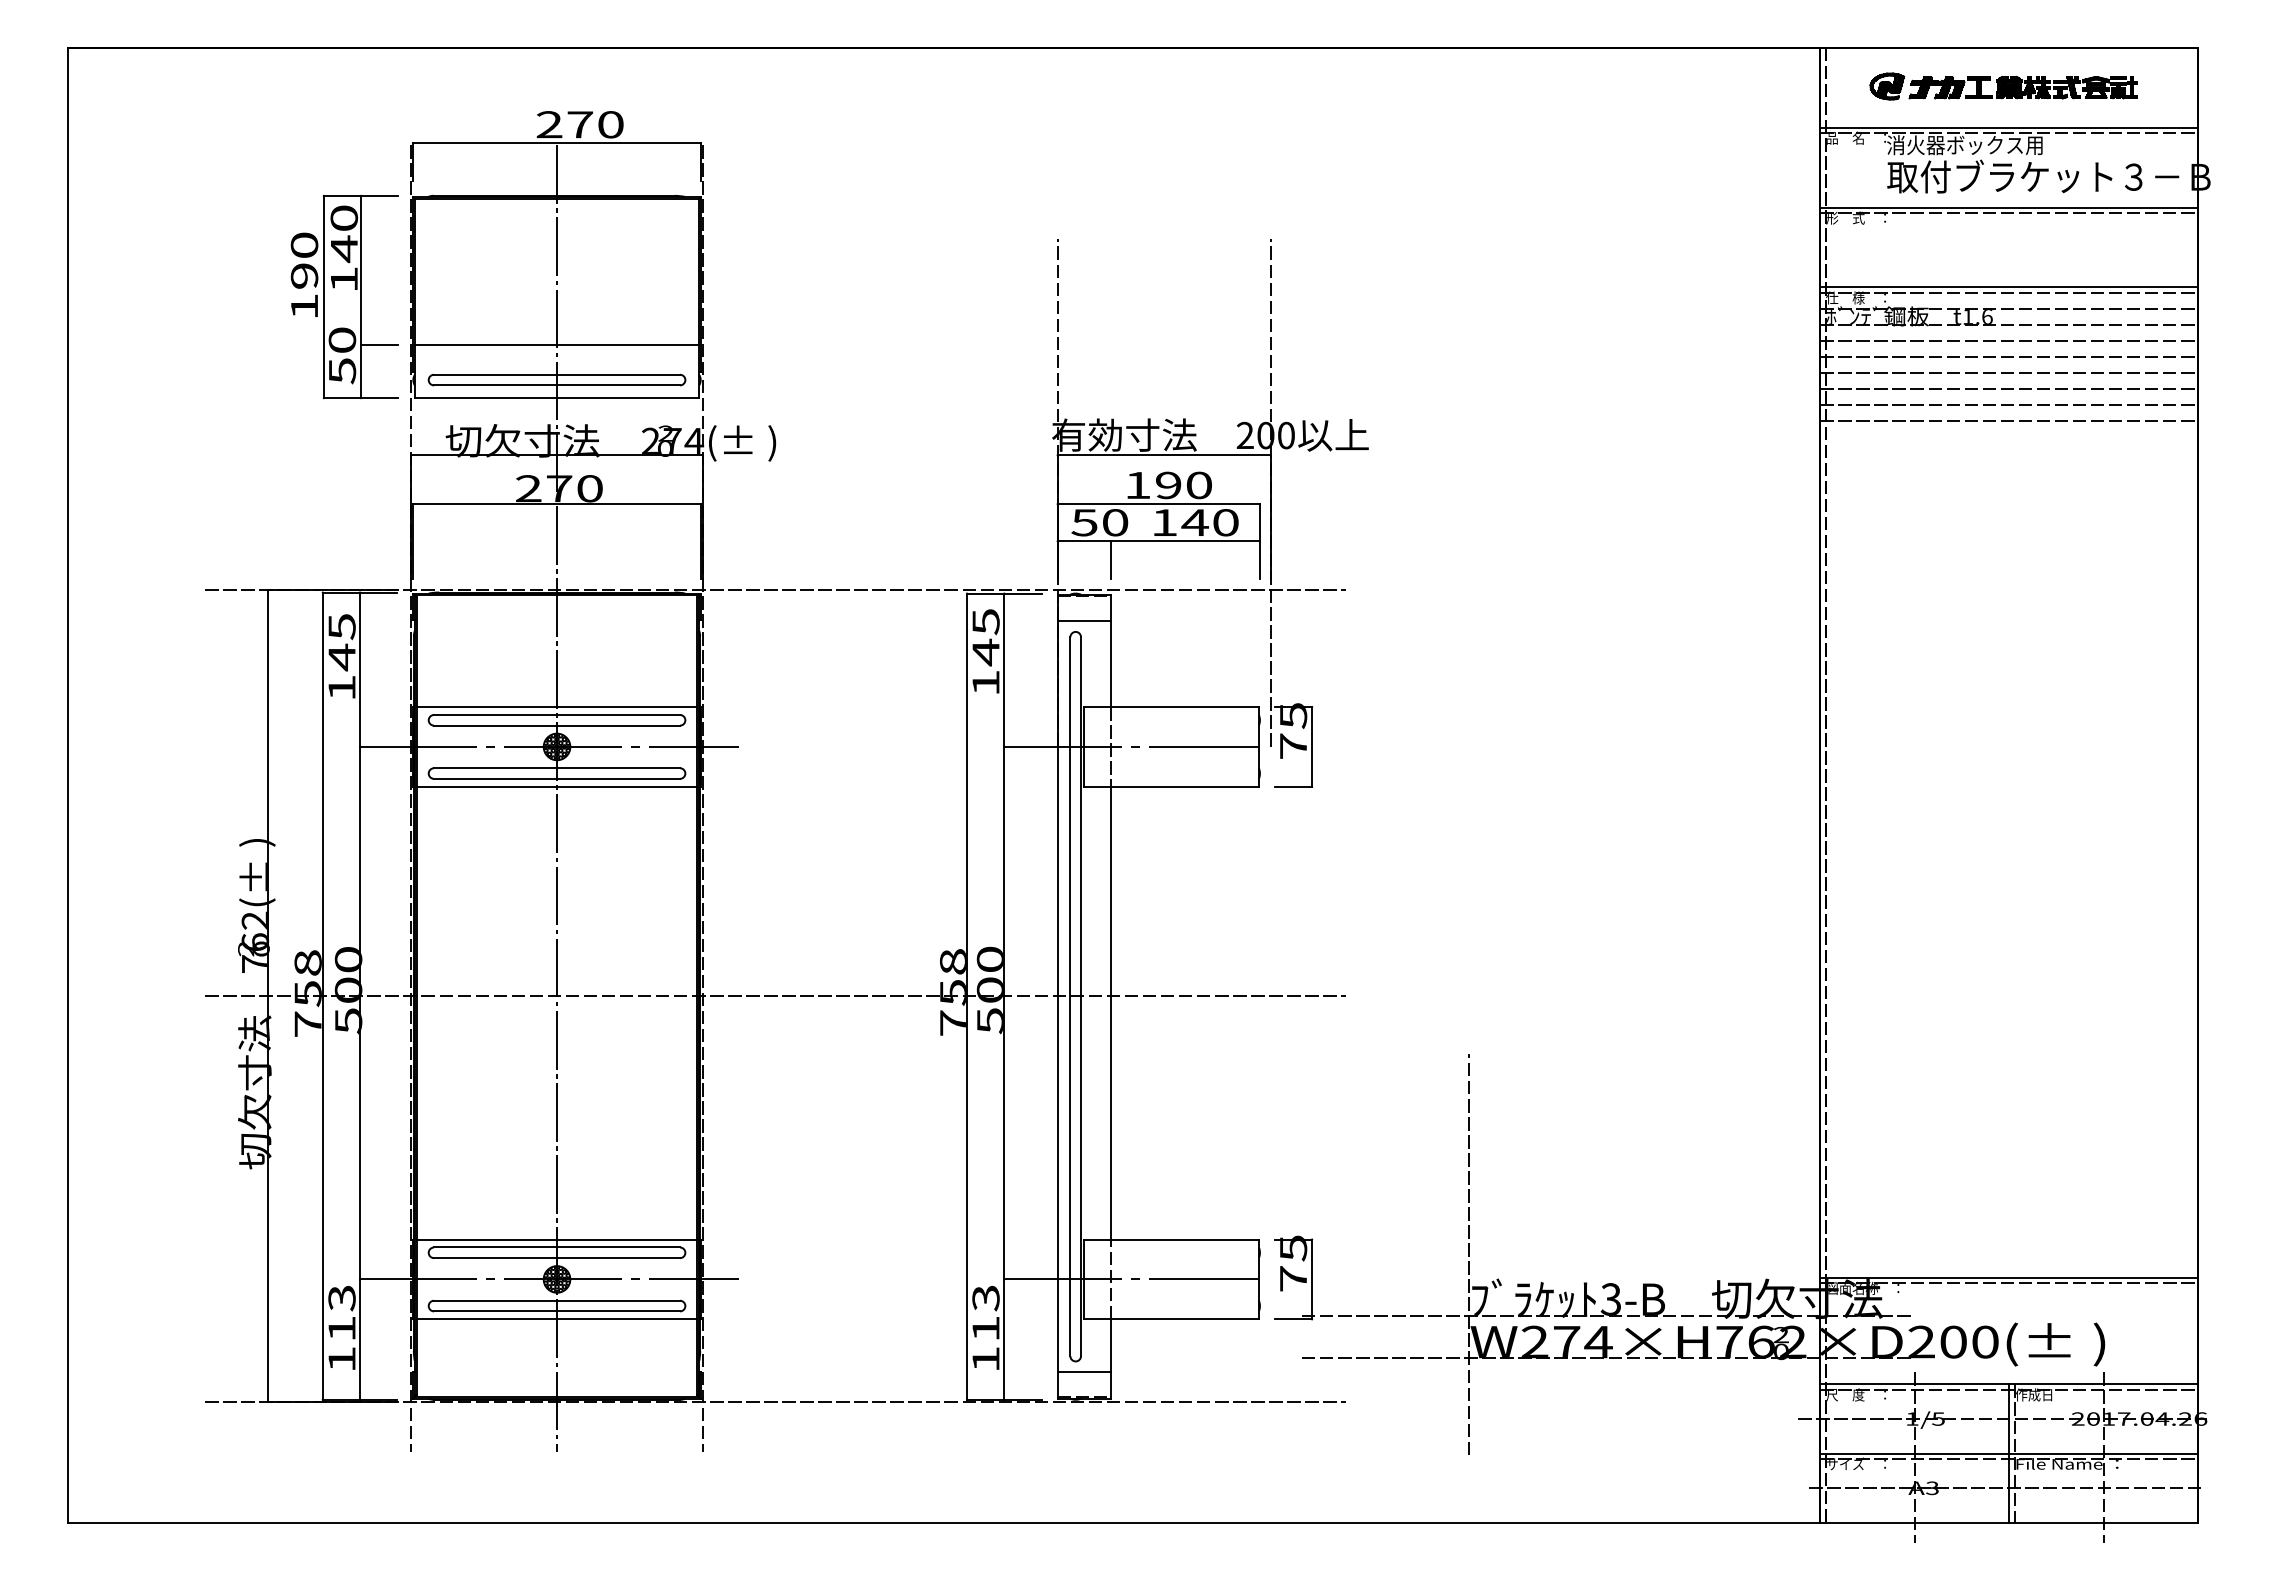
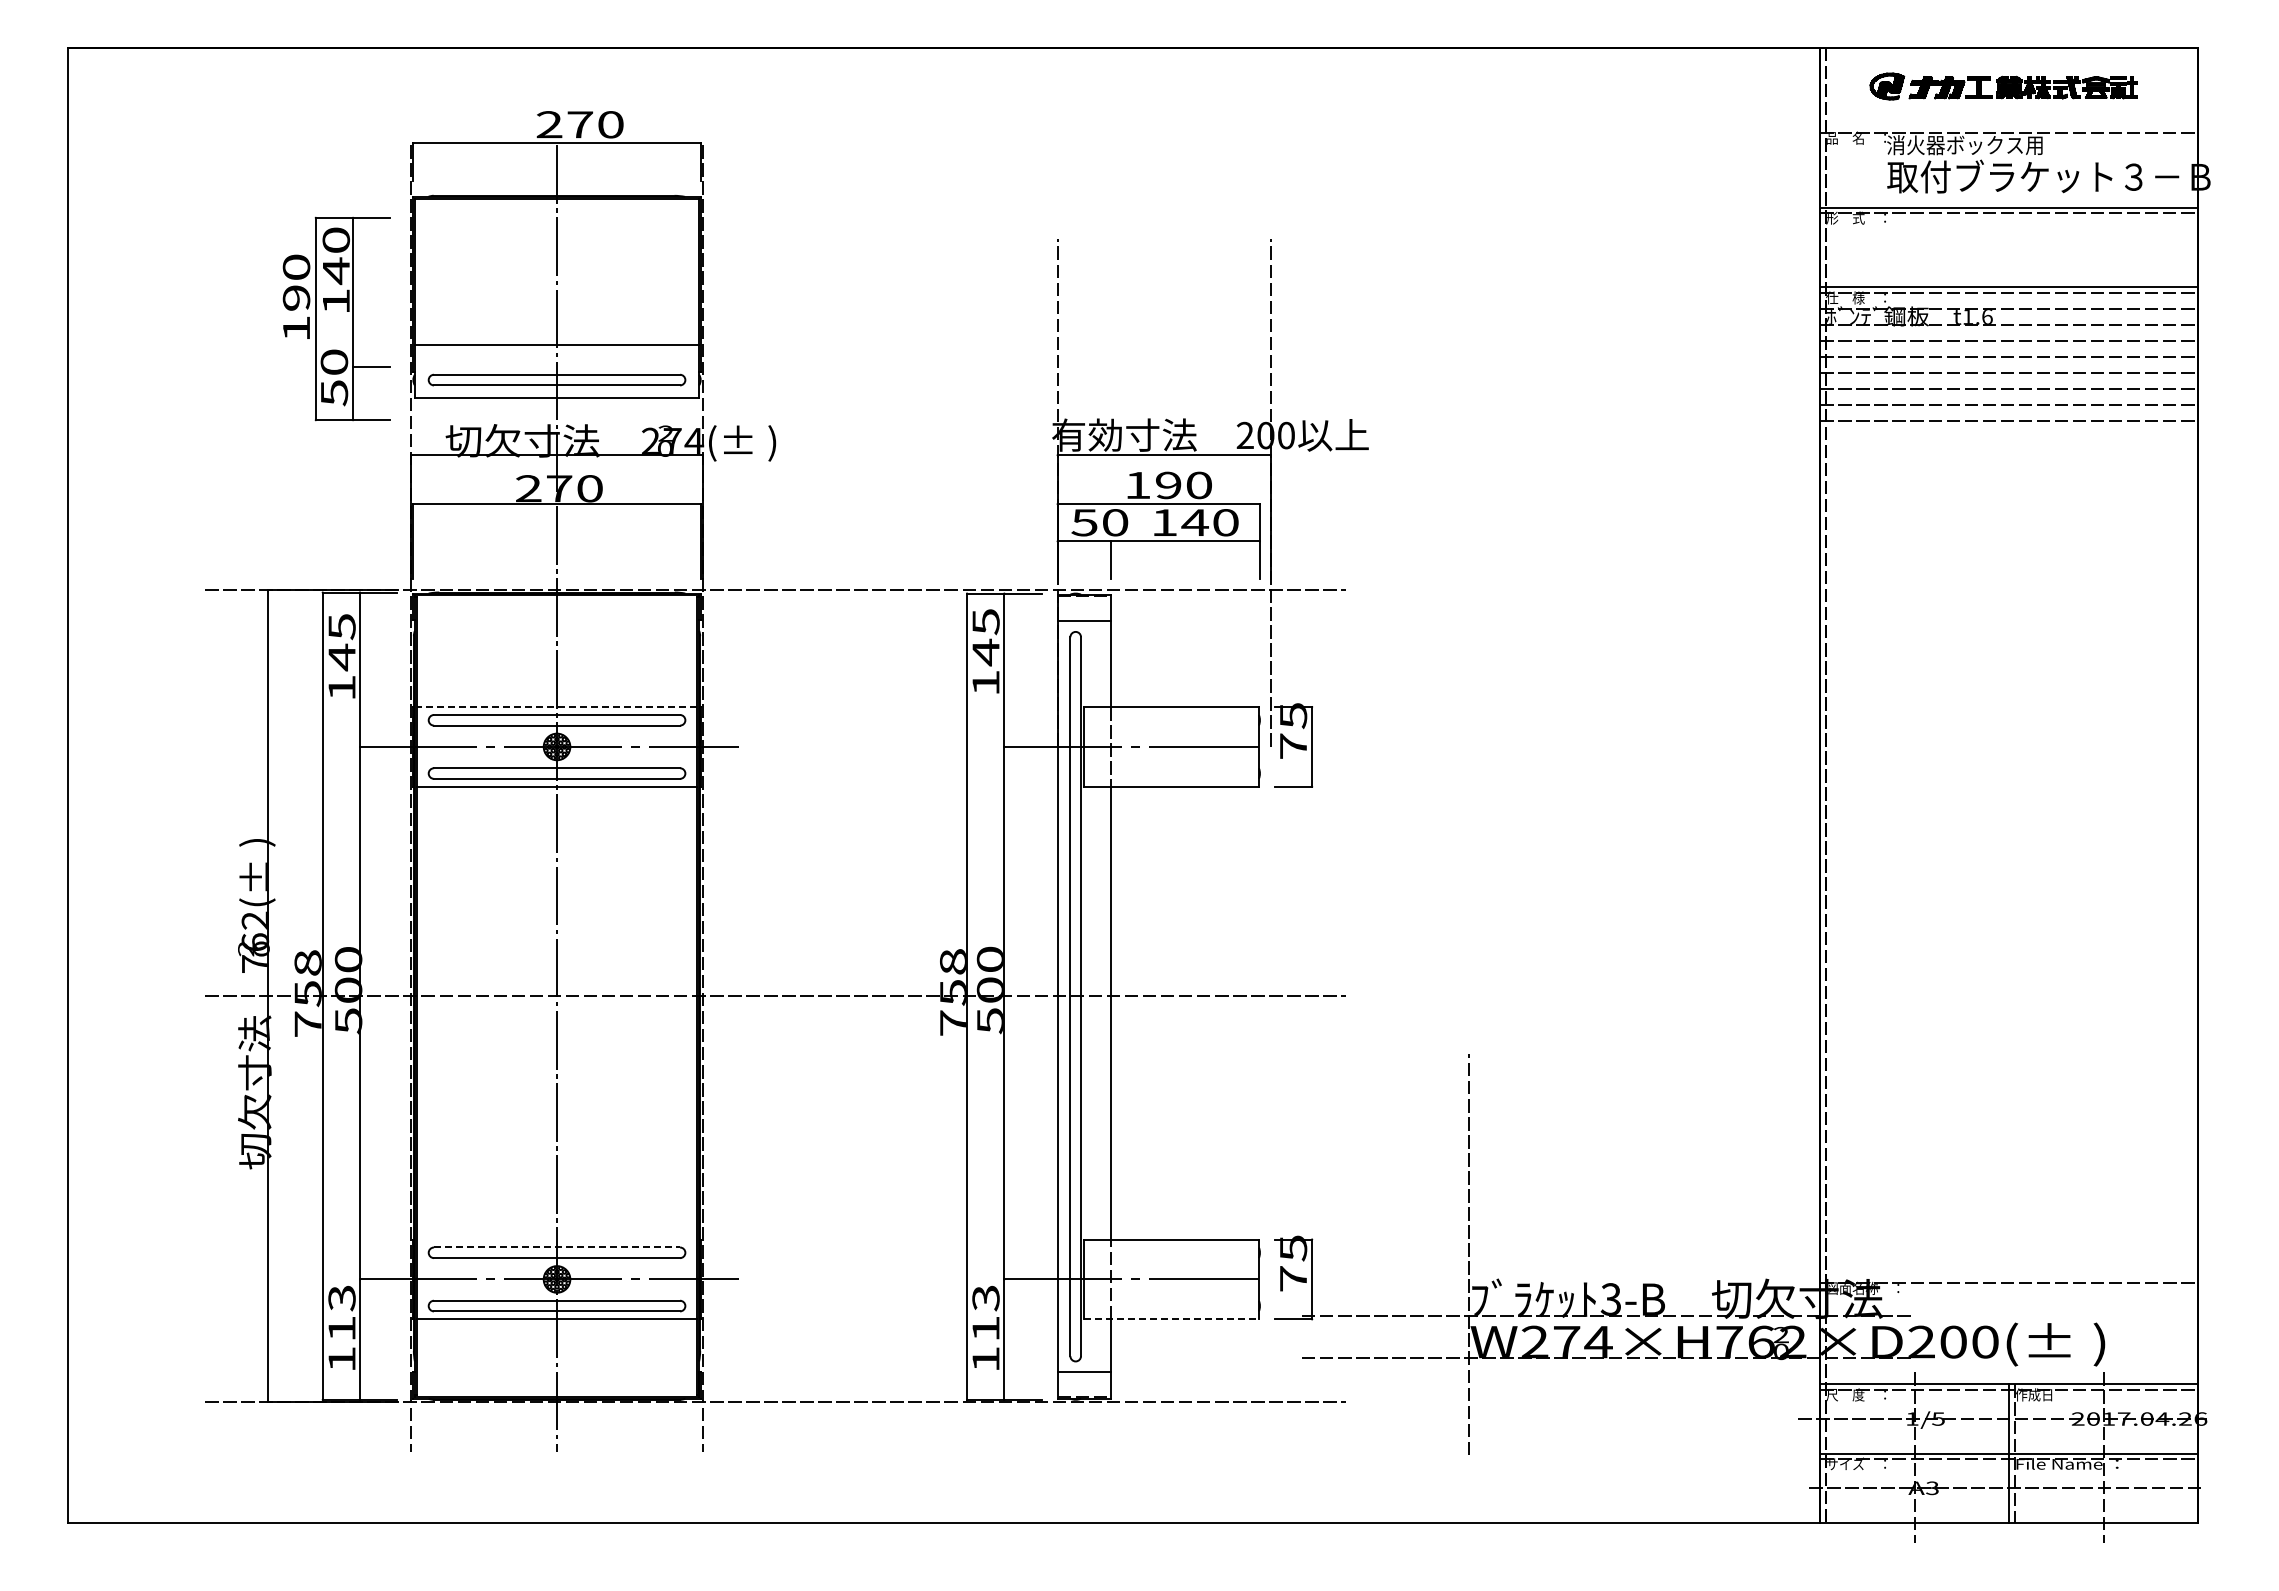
line at (2009, 127): present -> none
part at (344, 296) position: (344, 296) -> (336, 318)
line at (556, 707): solid -> dashed
line at (556, 1239): present -> none
line at (557, 1247): solid -> dashed
line at (2009, 1277): present -> none
line at (1172, 1319): solid -> dashed
